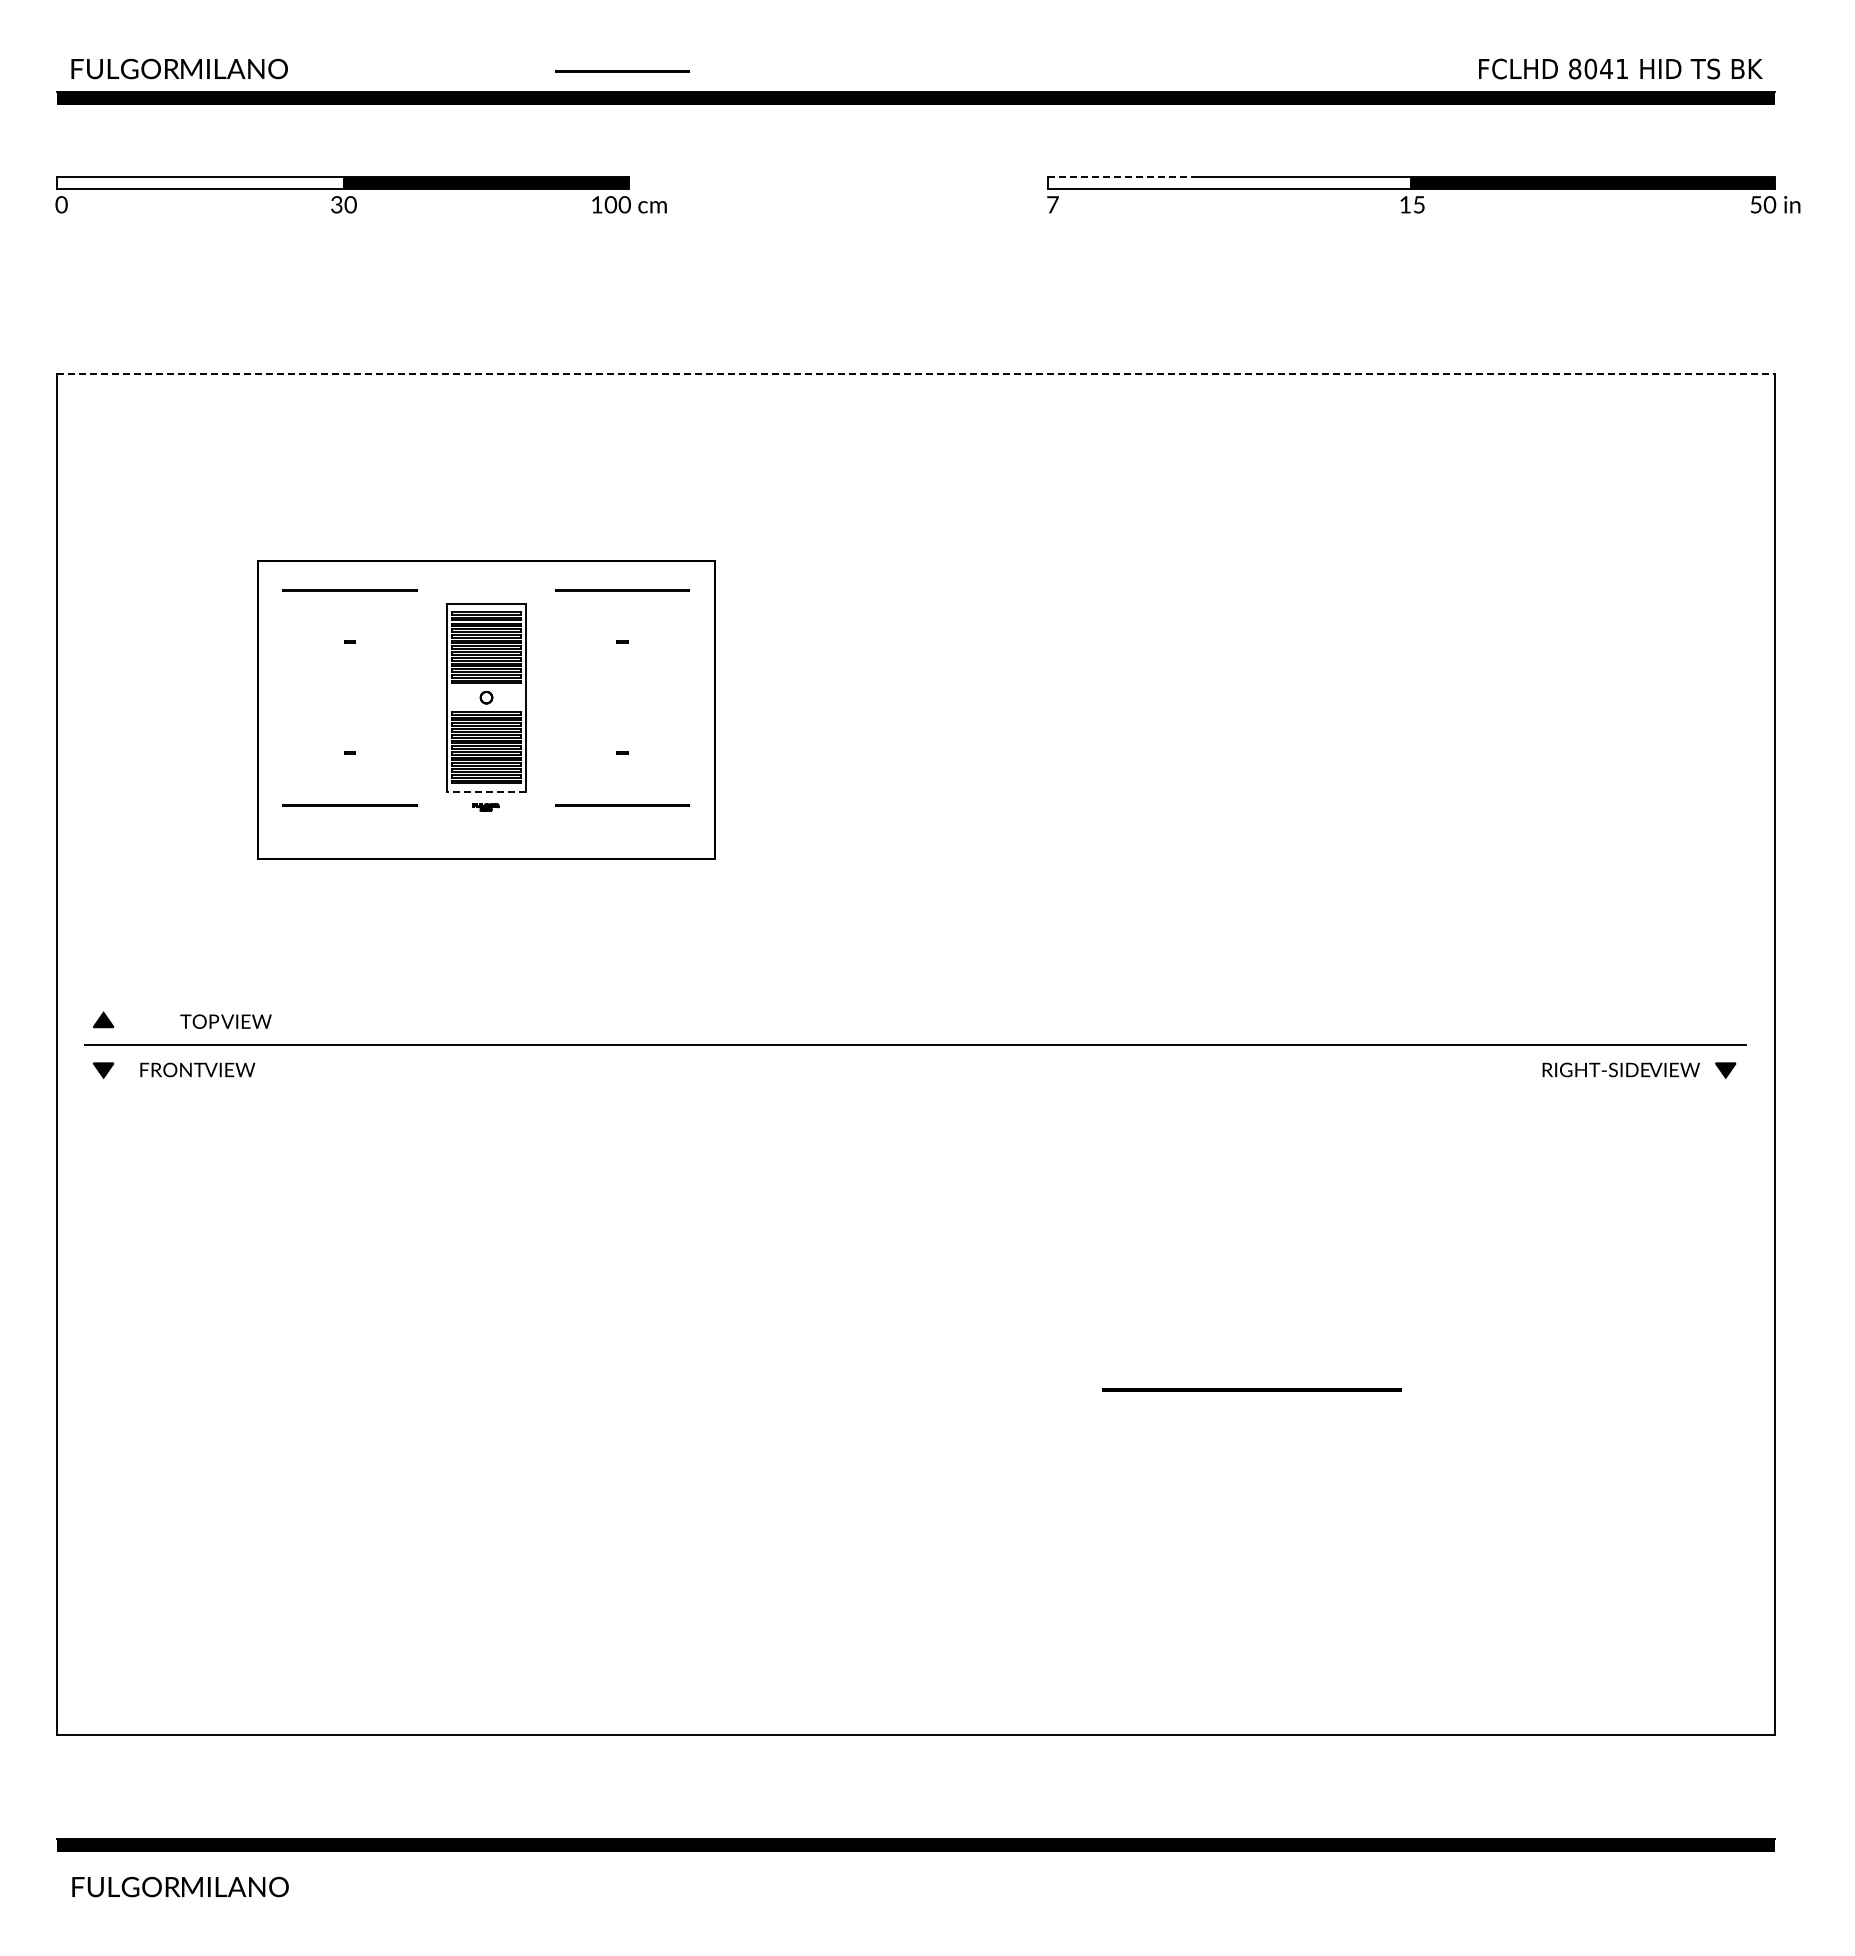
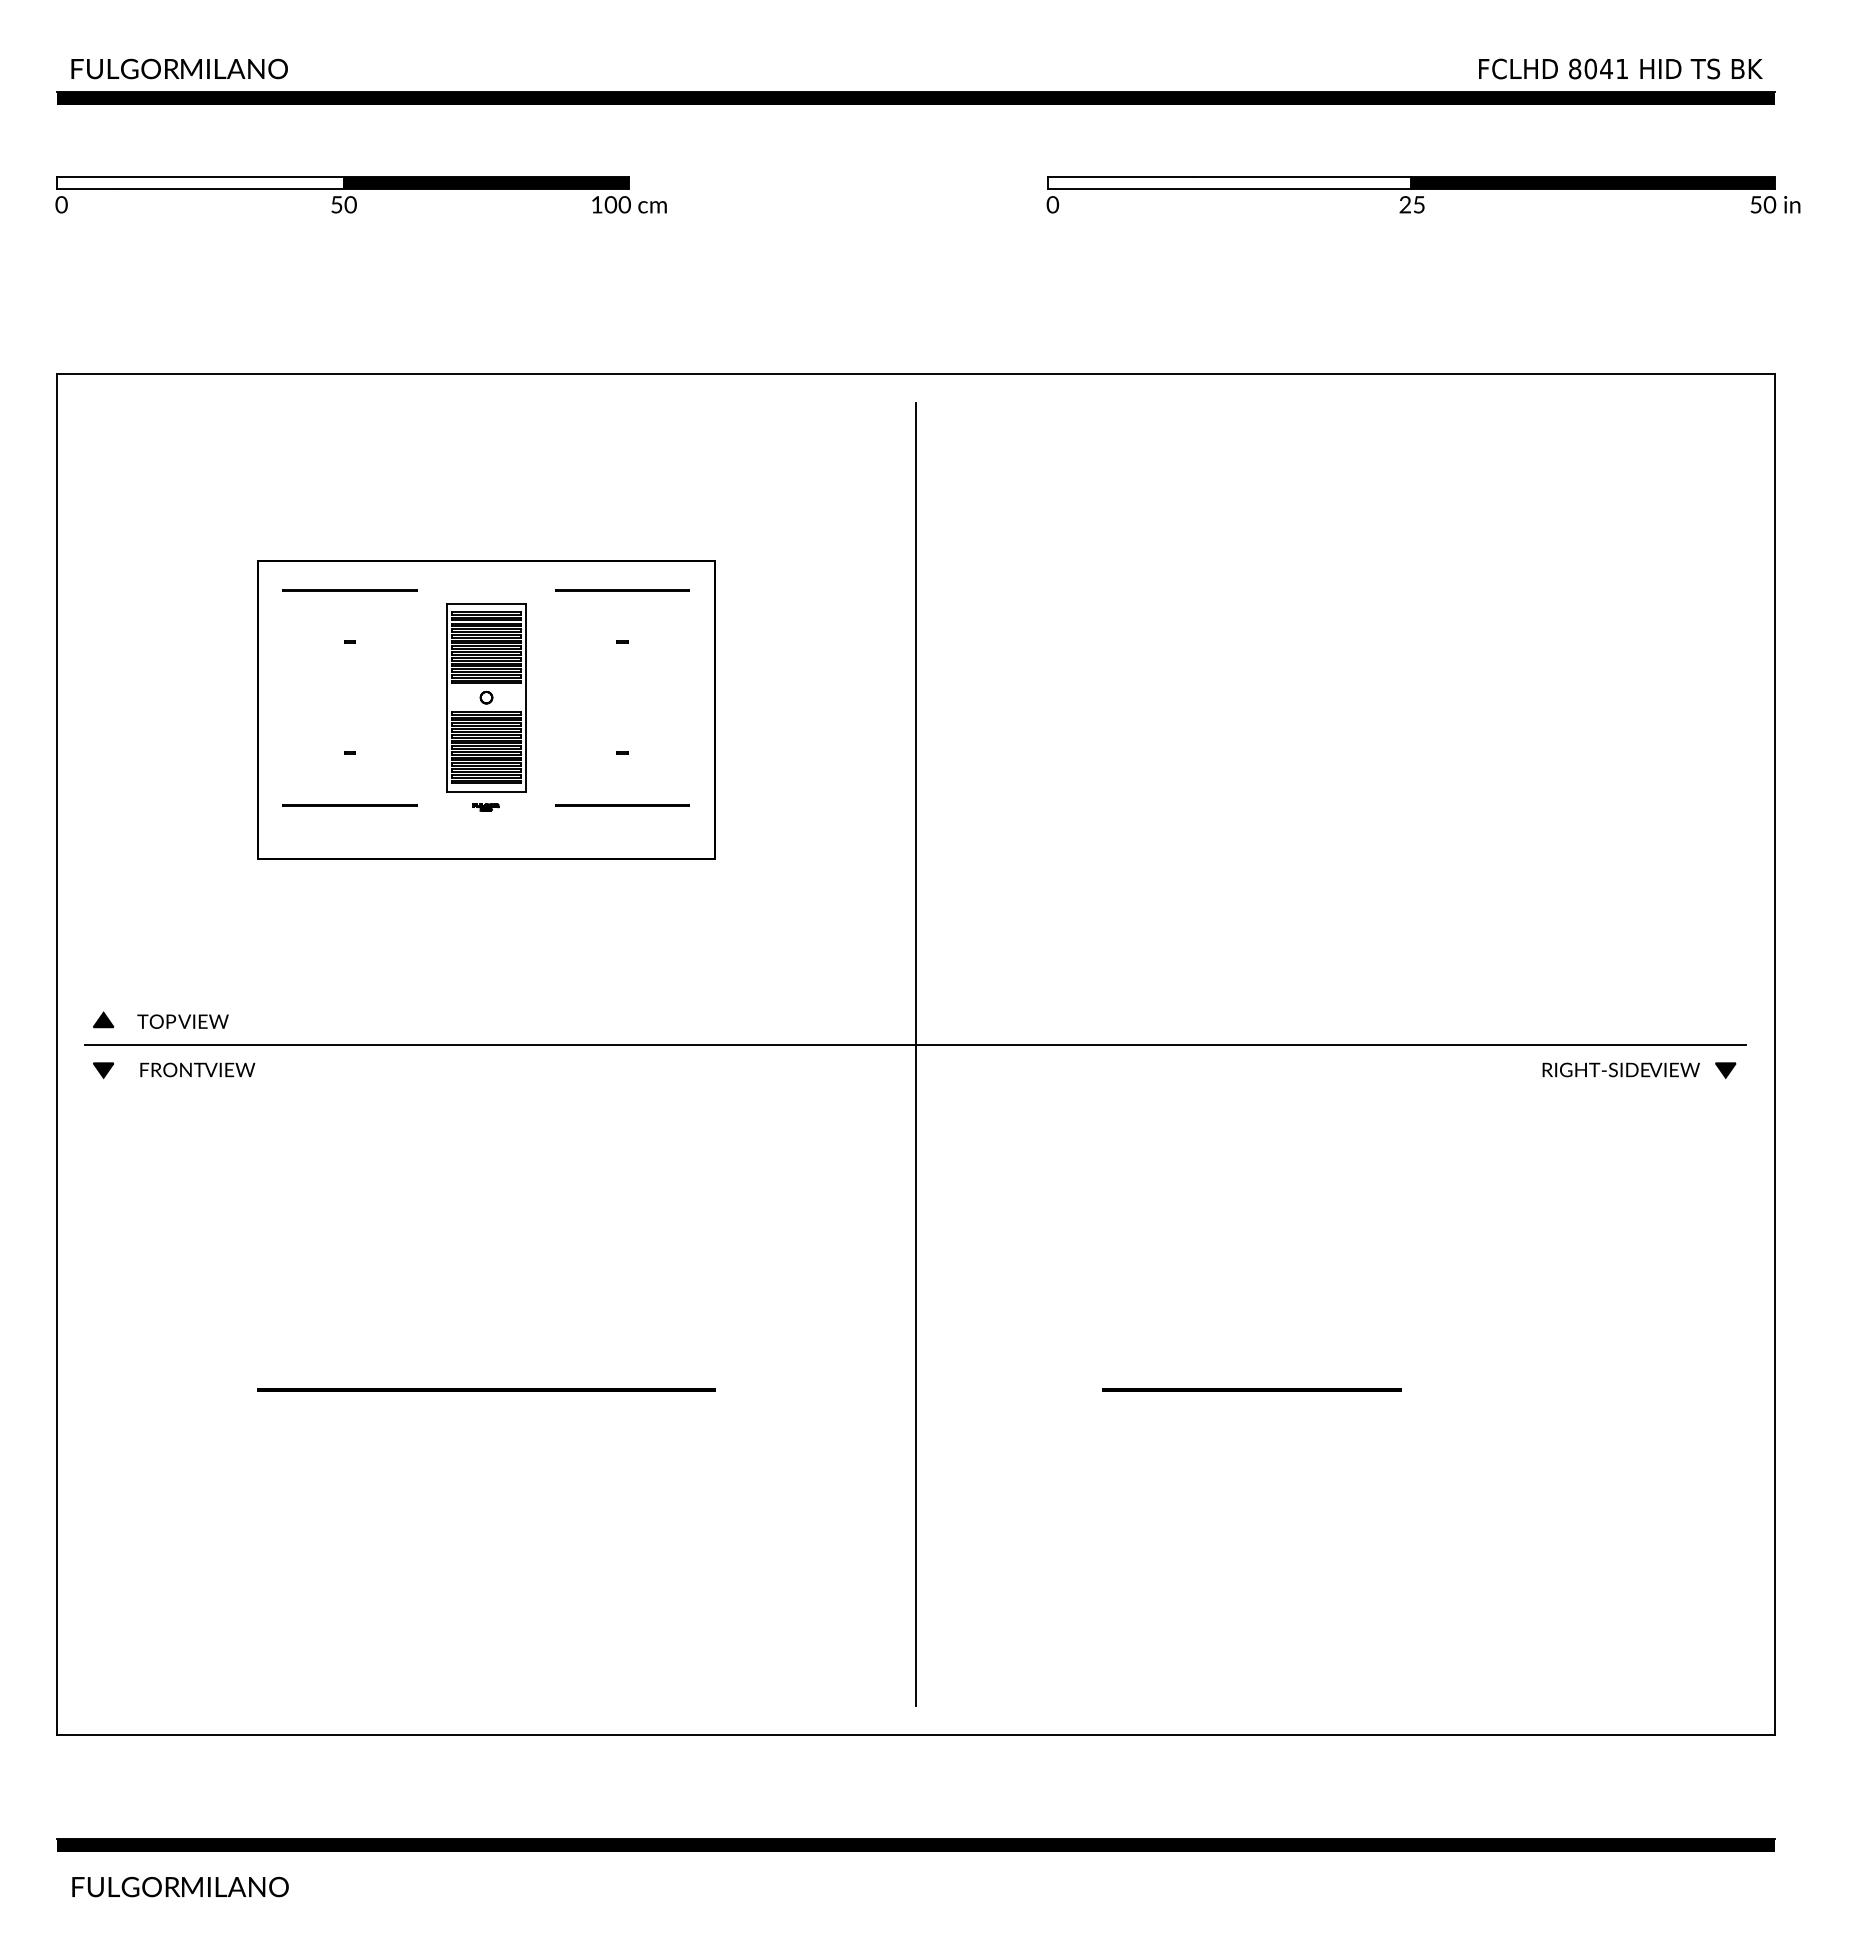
line at (622, 71): present -> none
line at (1120, 176): dashed -> solid
text at (336, 204): 30 -> 50
text at (1052, 204): 7 -> 0
text at (1404, 204): 15 -> 25
line at (915, 374): dashed -> solid
line at (486, 791): dashed -> solid
text at (225, 1021) position: (225, 1021) -> (182, 1021)
line at (916, 1054): none -> present
line at (486, 1389): none -> present
